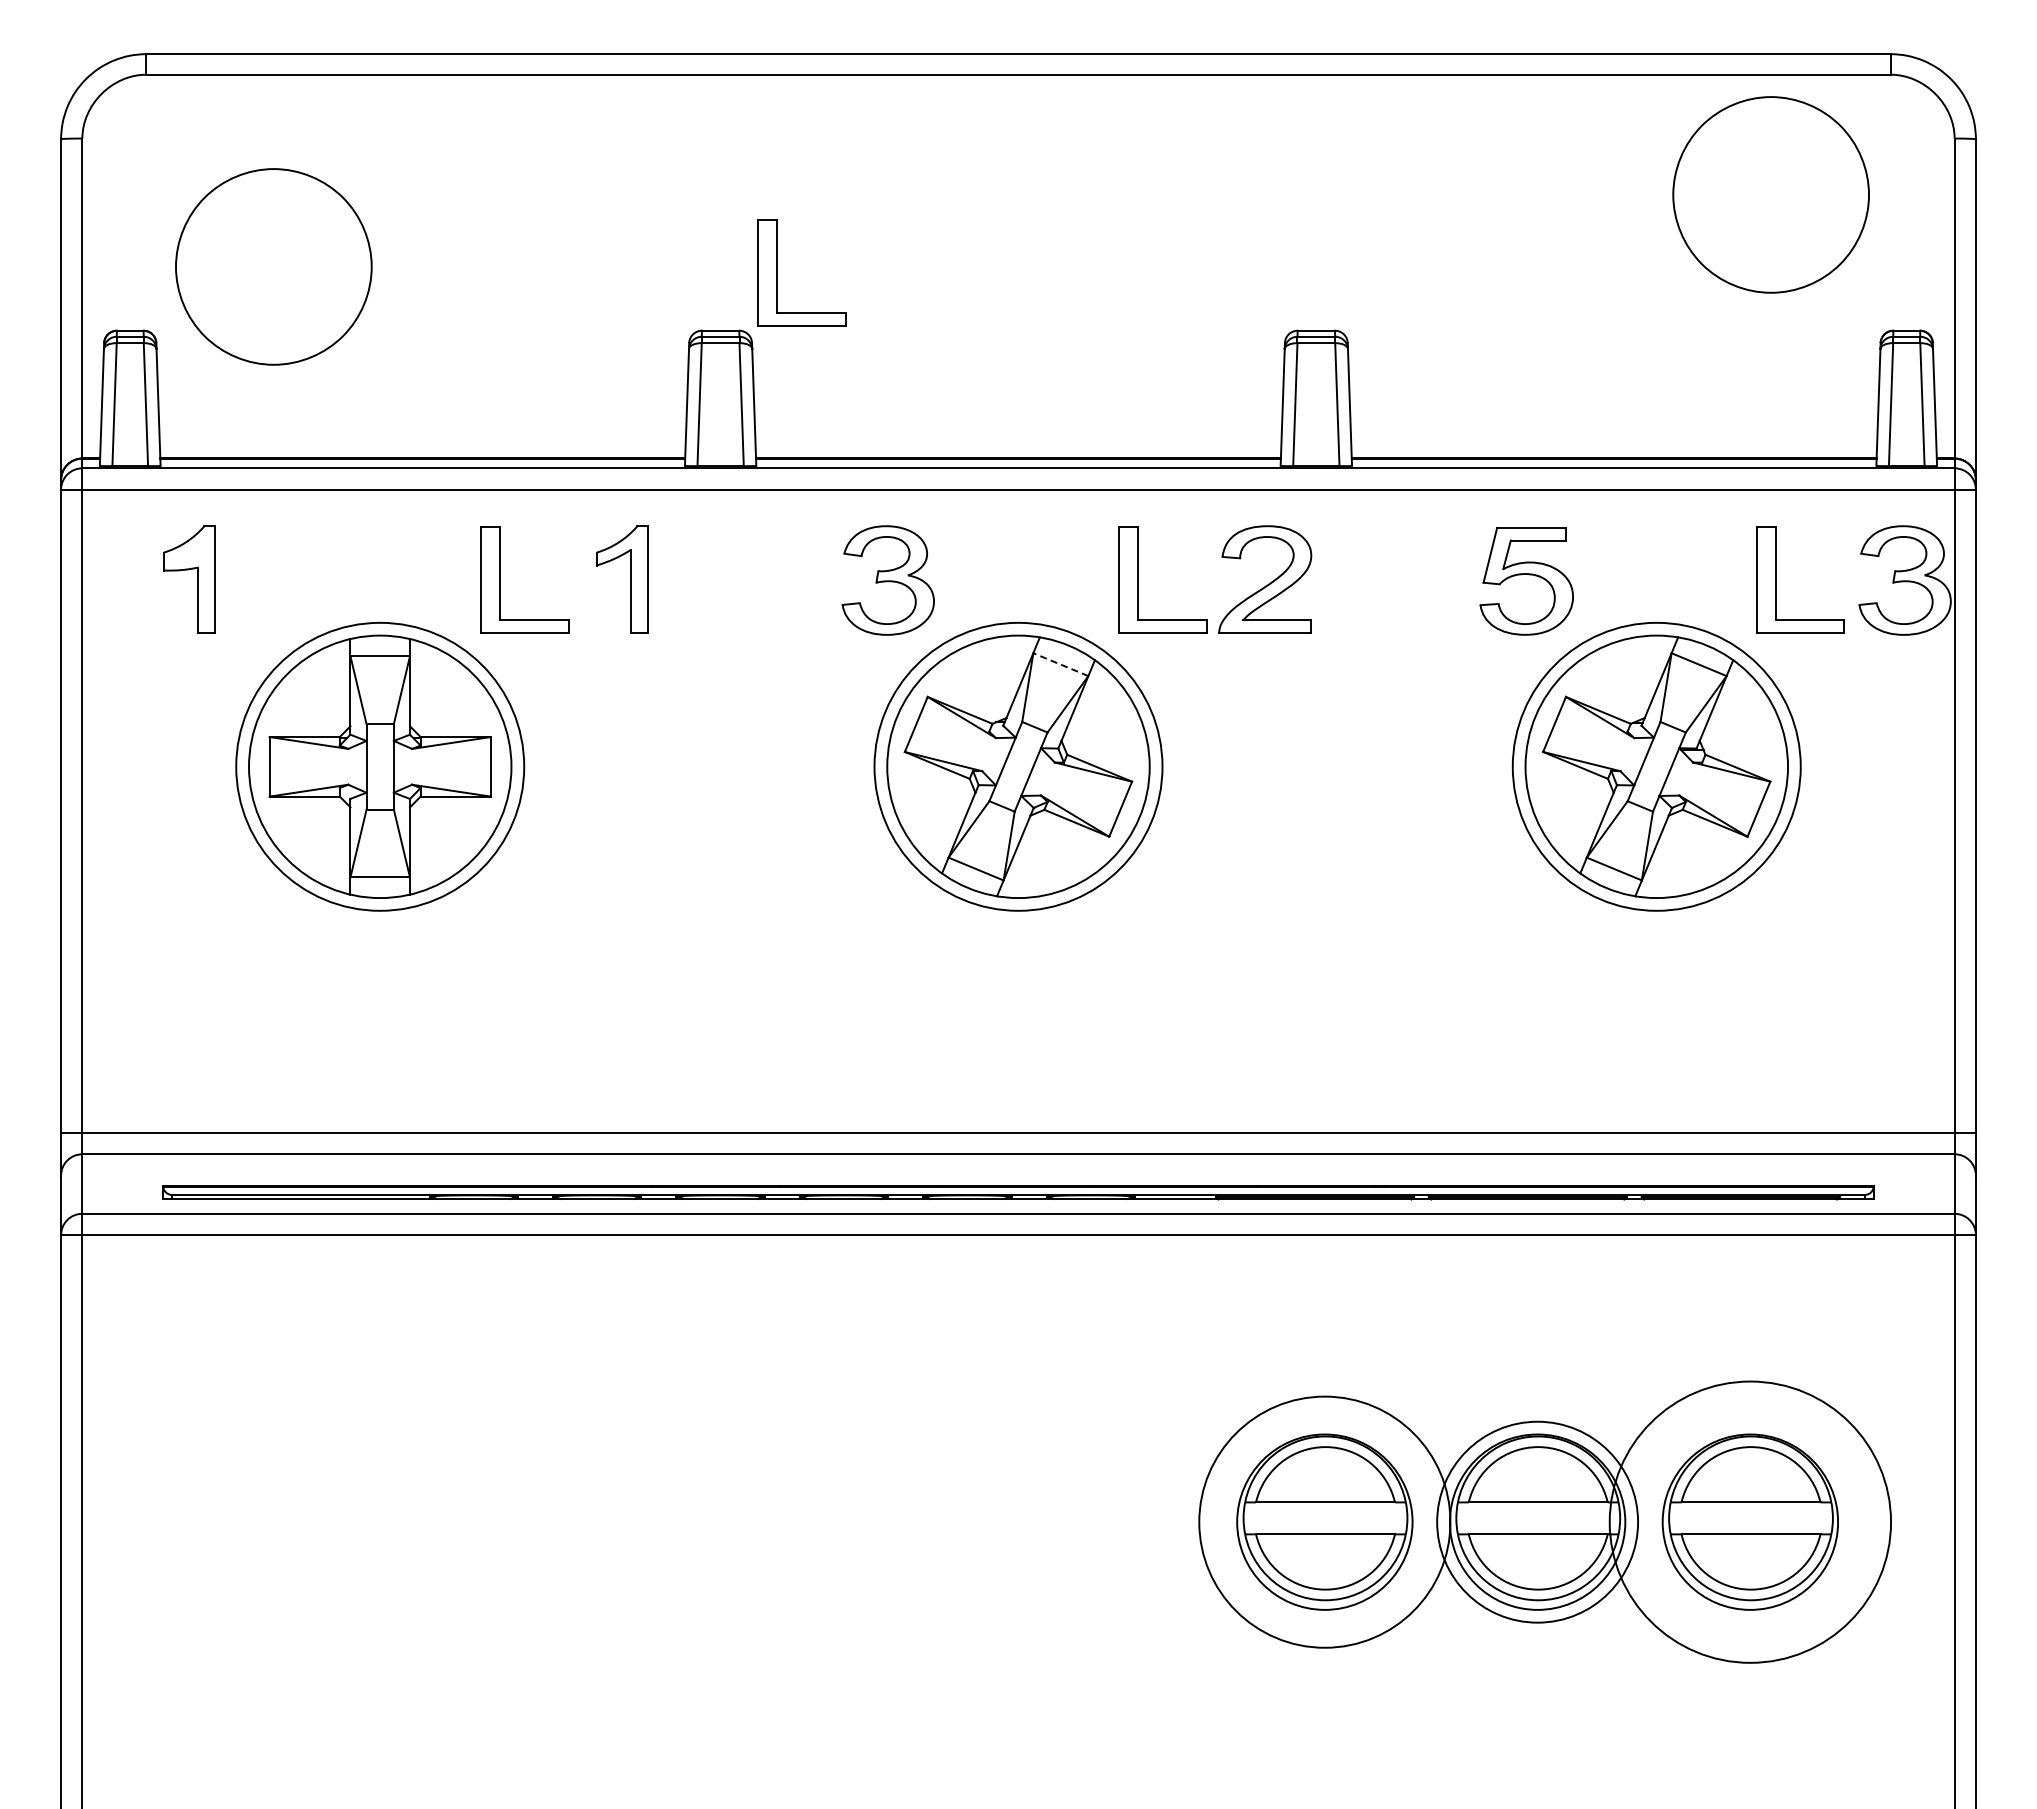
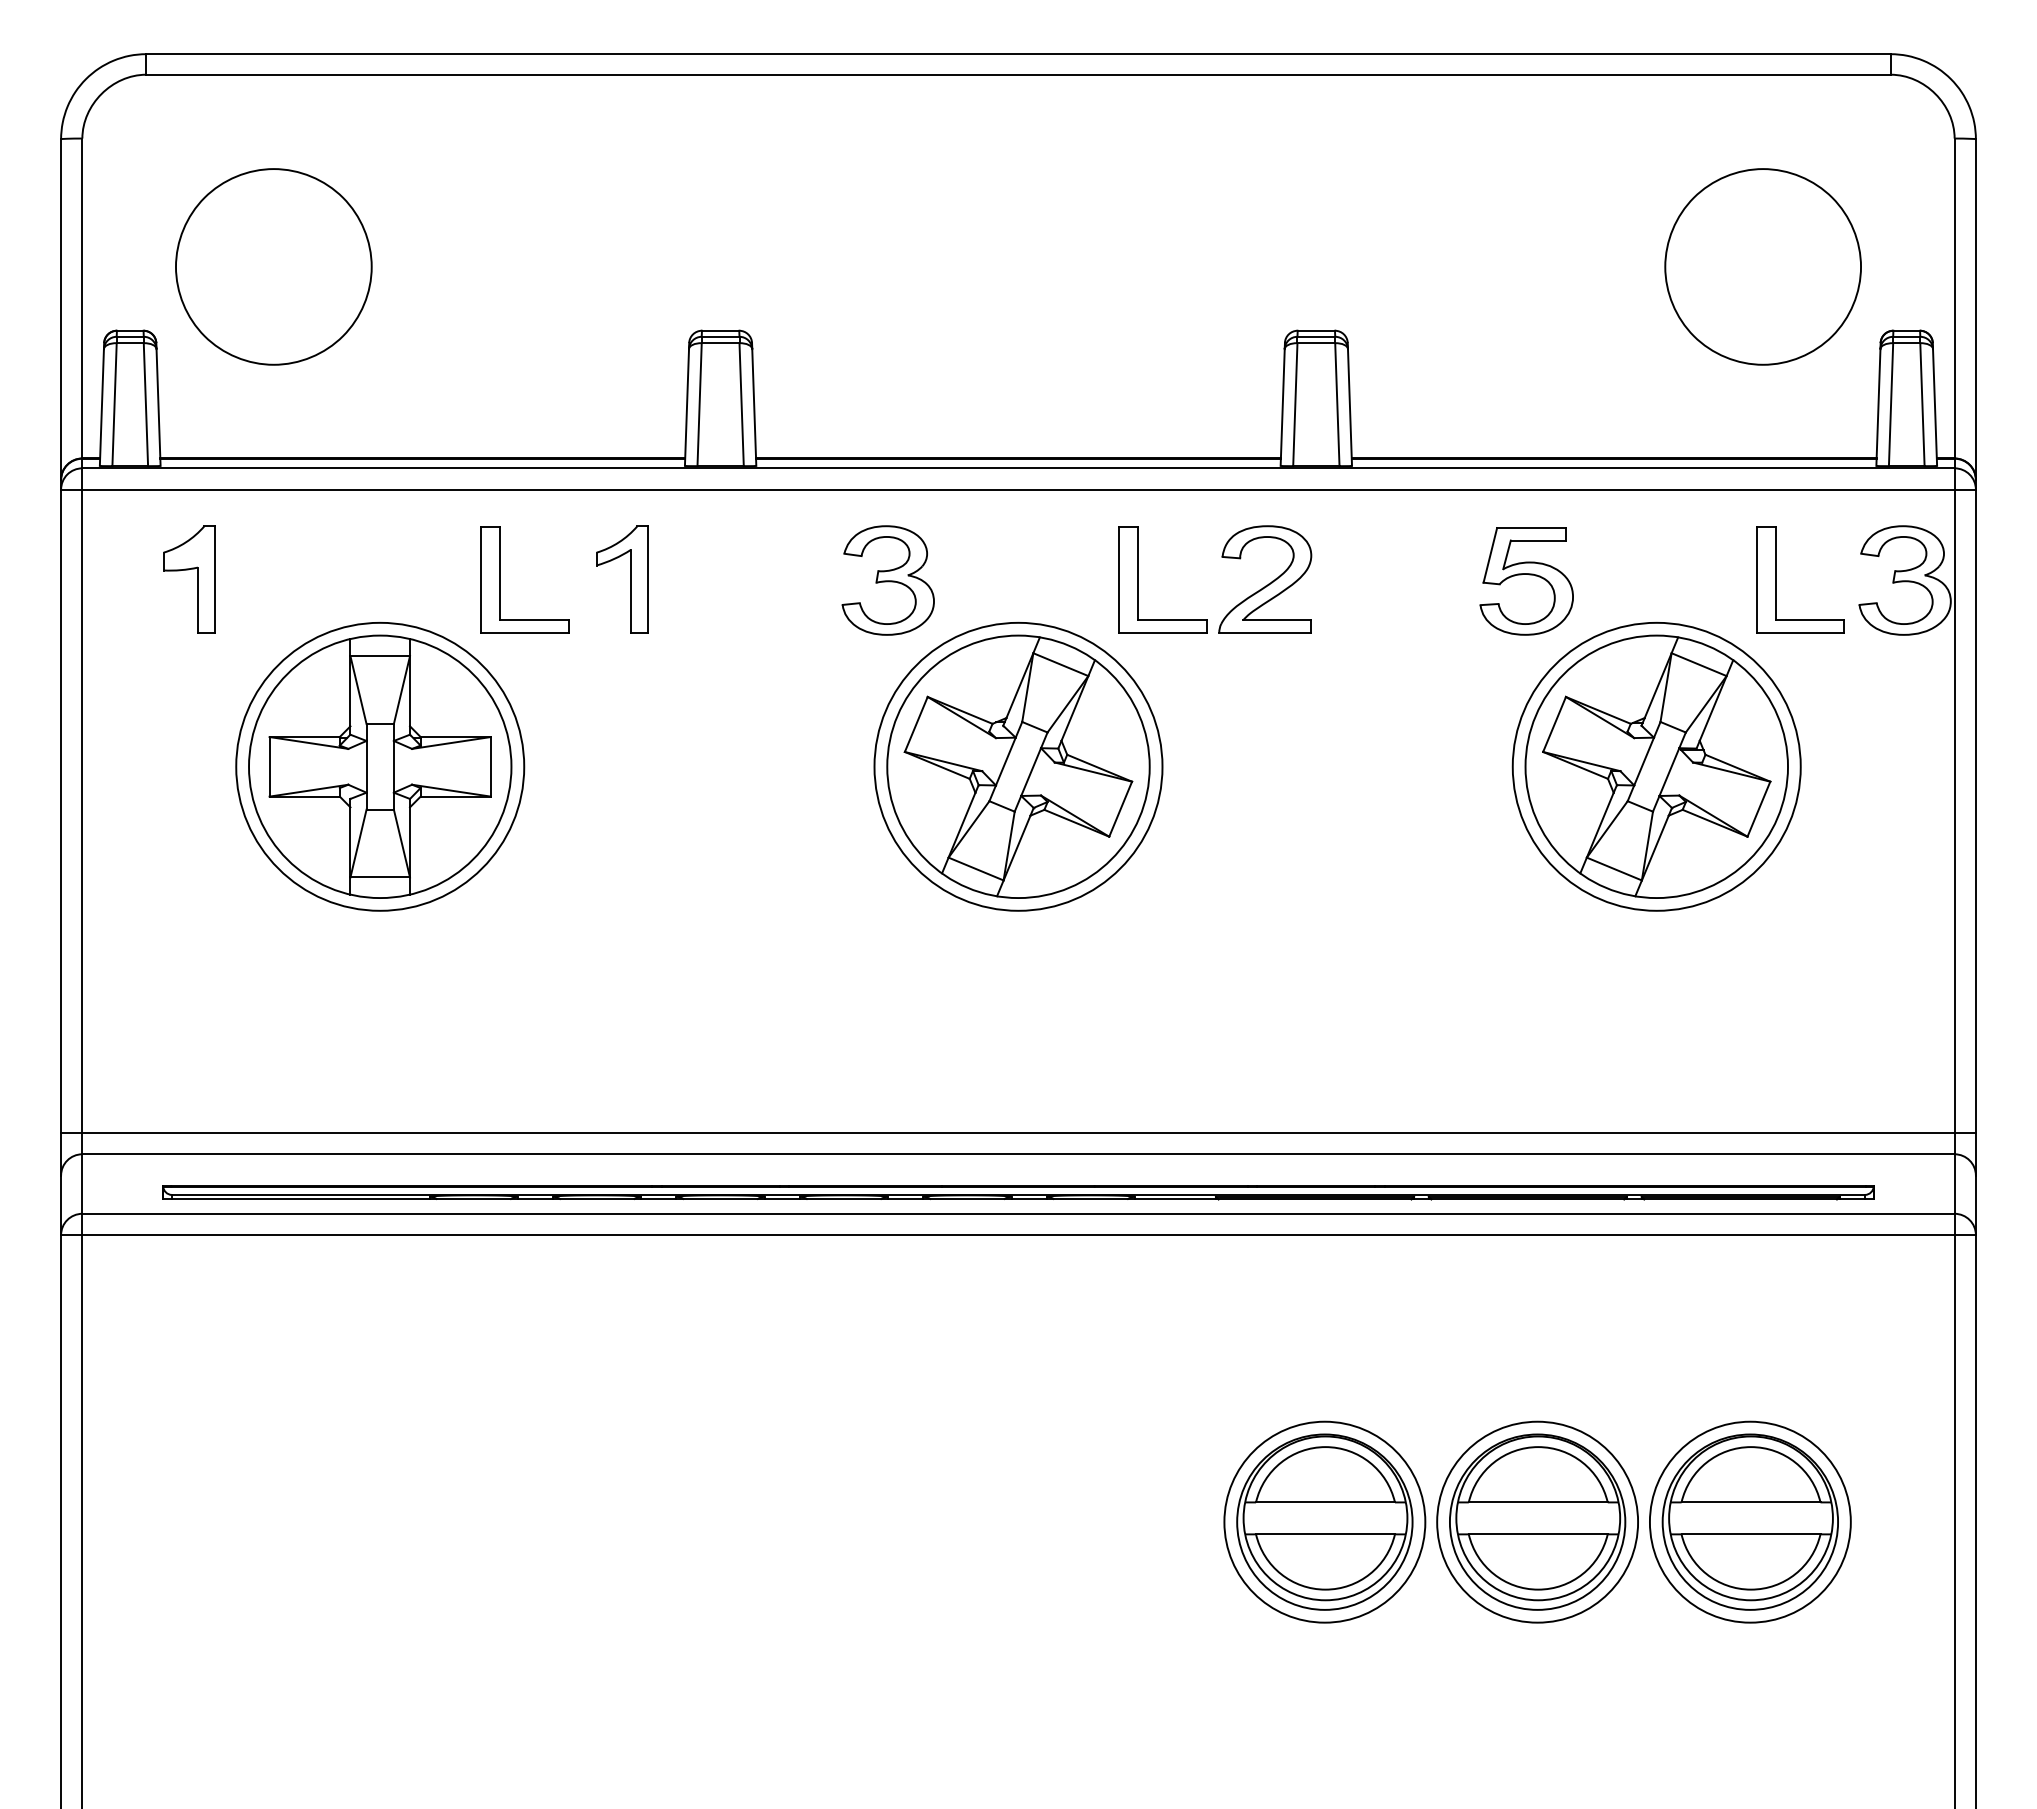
part at (1770, 194) position: (1770, 194) -> (1762, 266)
part at (777, 272): present -> none
line at (1060, 664): dashed -> solid
circle at (1324, 1521) diameter: 251 px -> 201 px
circle at (1750, 1521) diameter: 281 px -> 201 px
